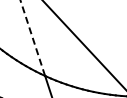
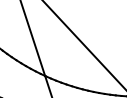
line at (32, 37): dashed -> solid
